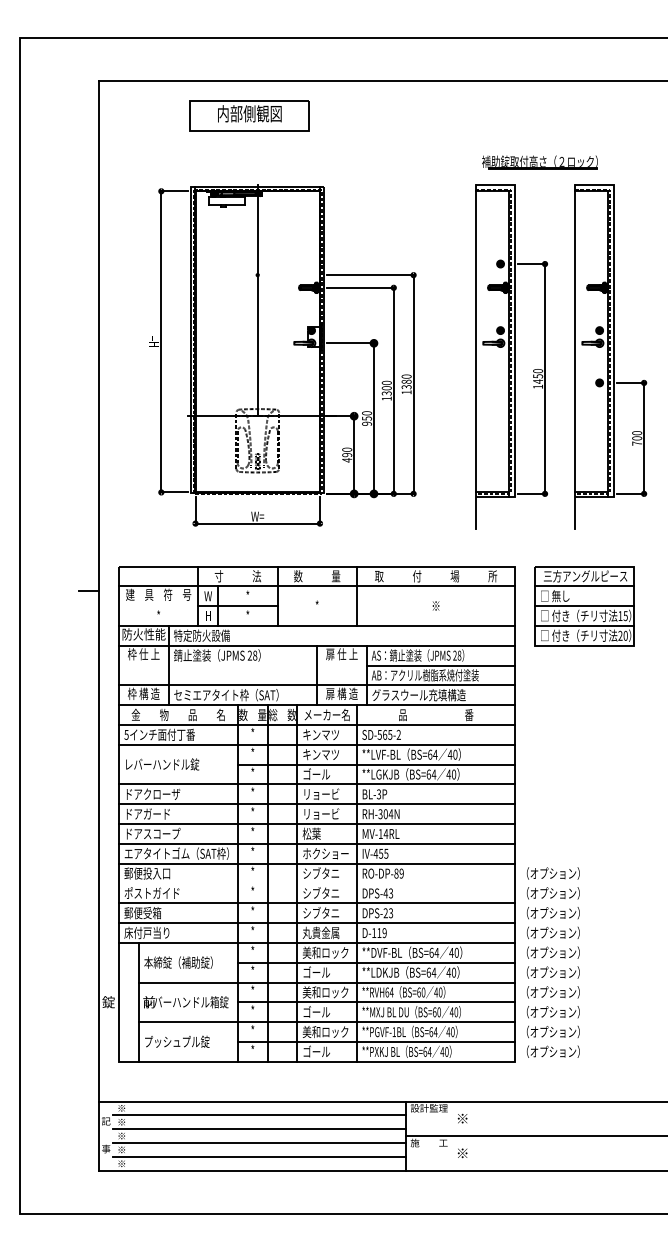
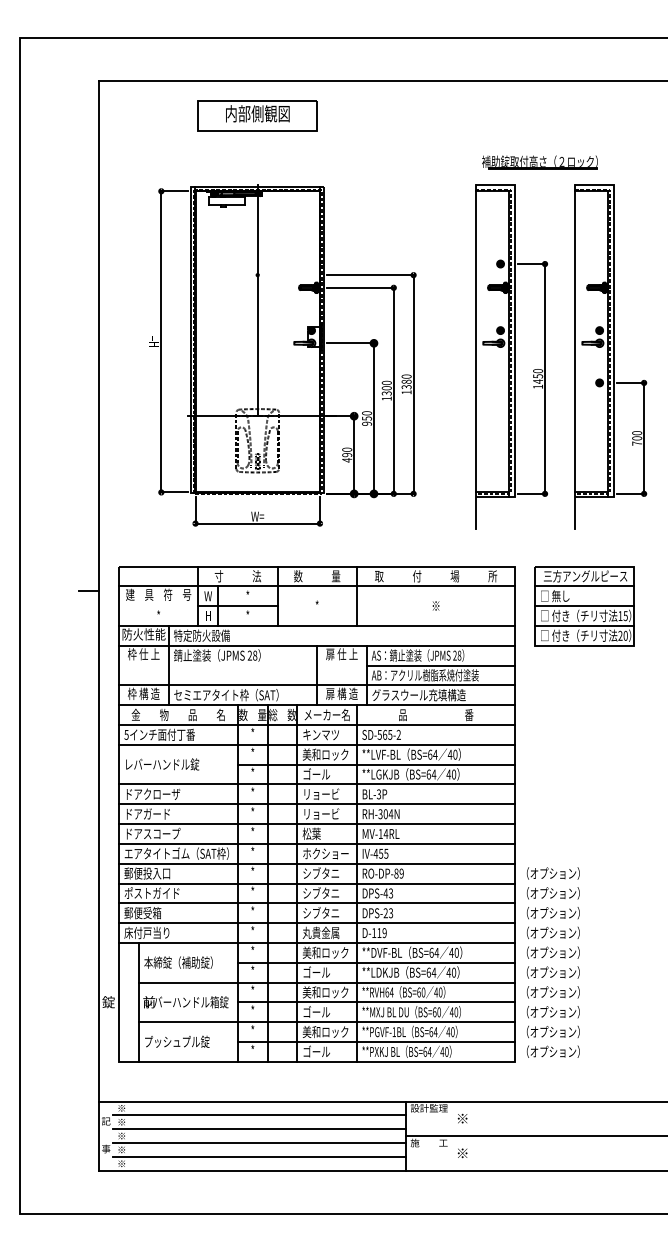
part at (249, 115) position: (249, 115) -> (257, 115)
text at (325, 754): キンマツ -> 美和ロック
line at (317, 883): none -> present
